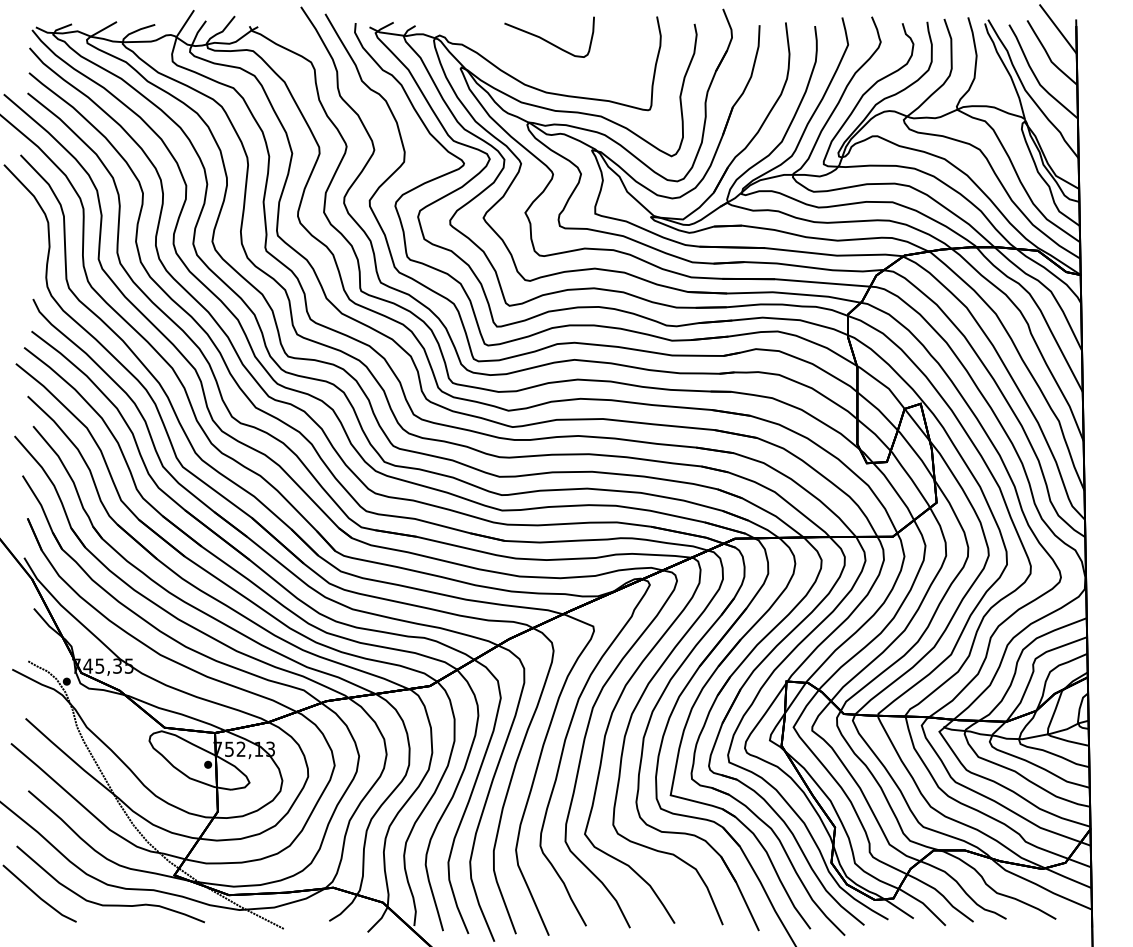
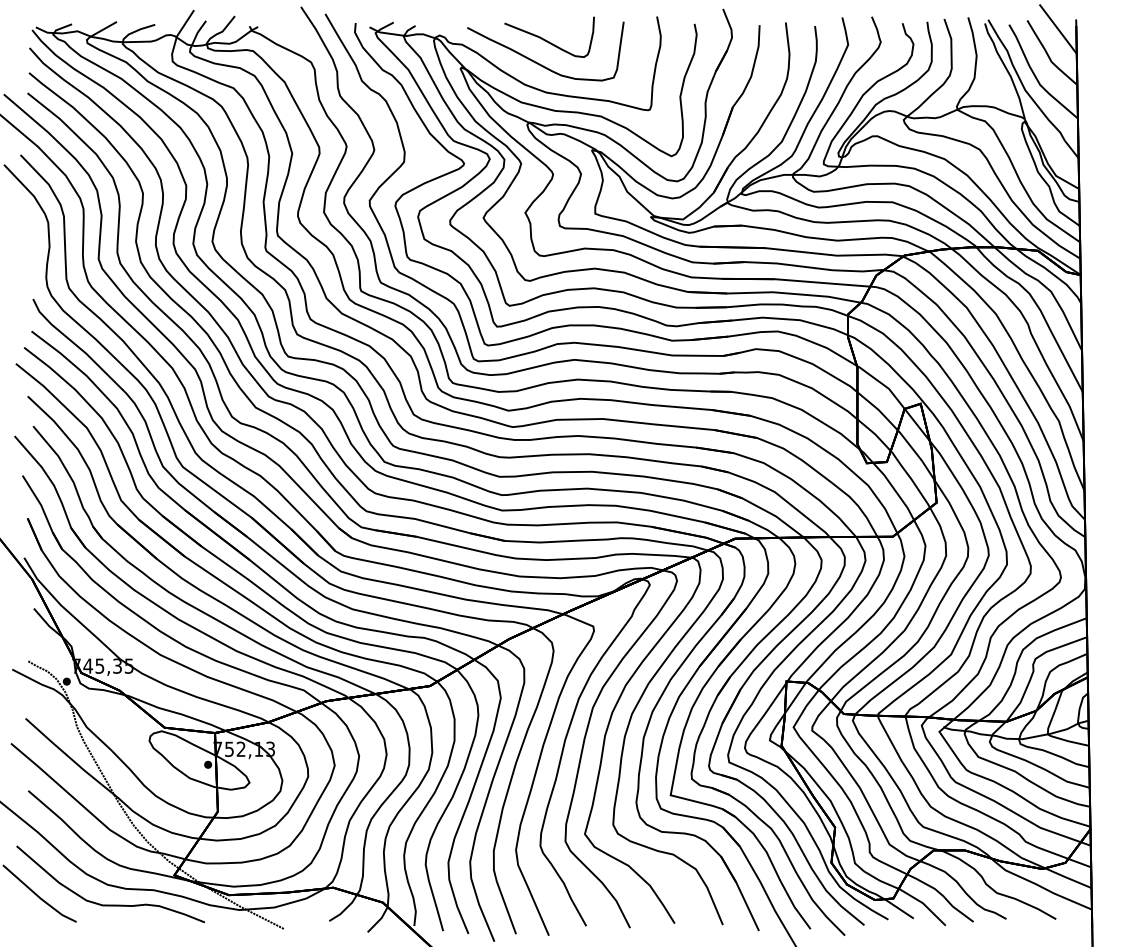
curve at (538, 62): none -> present
